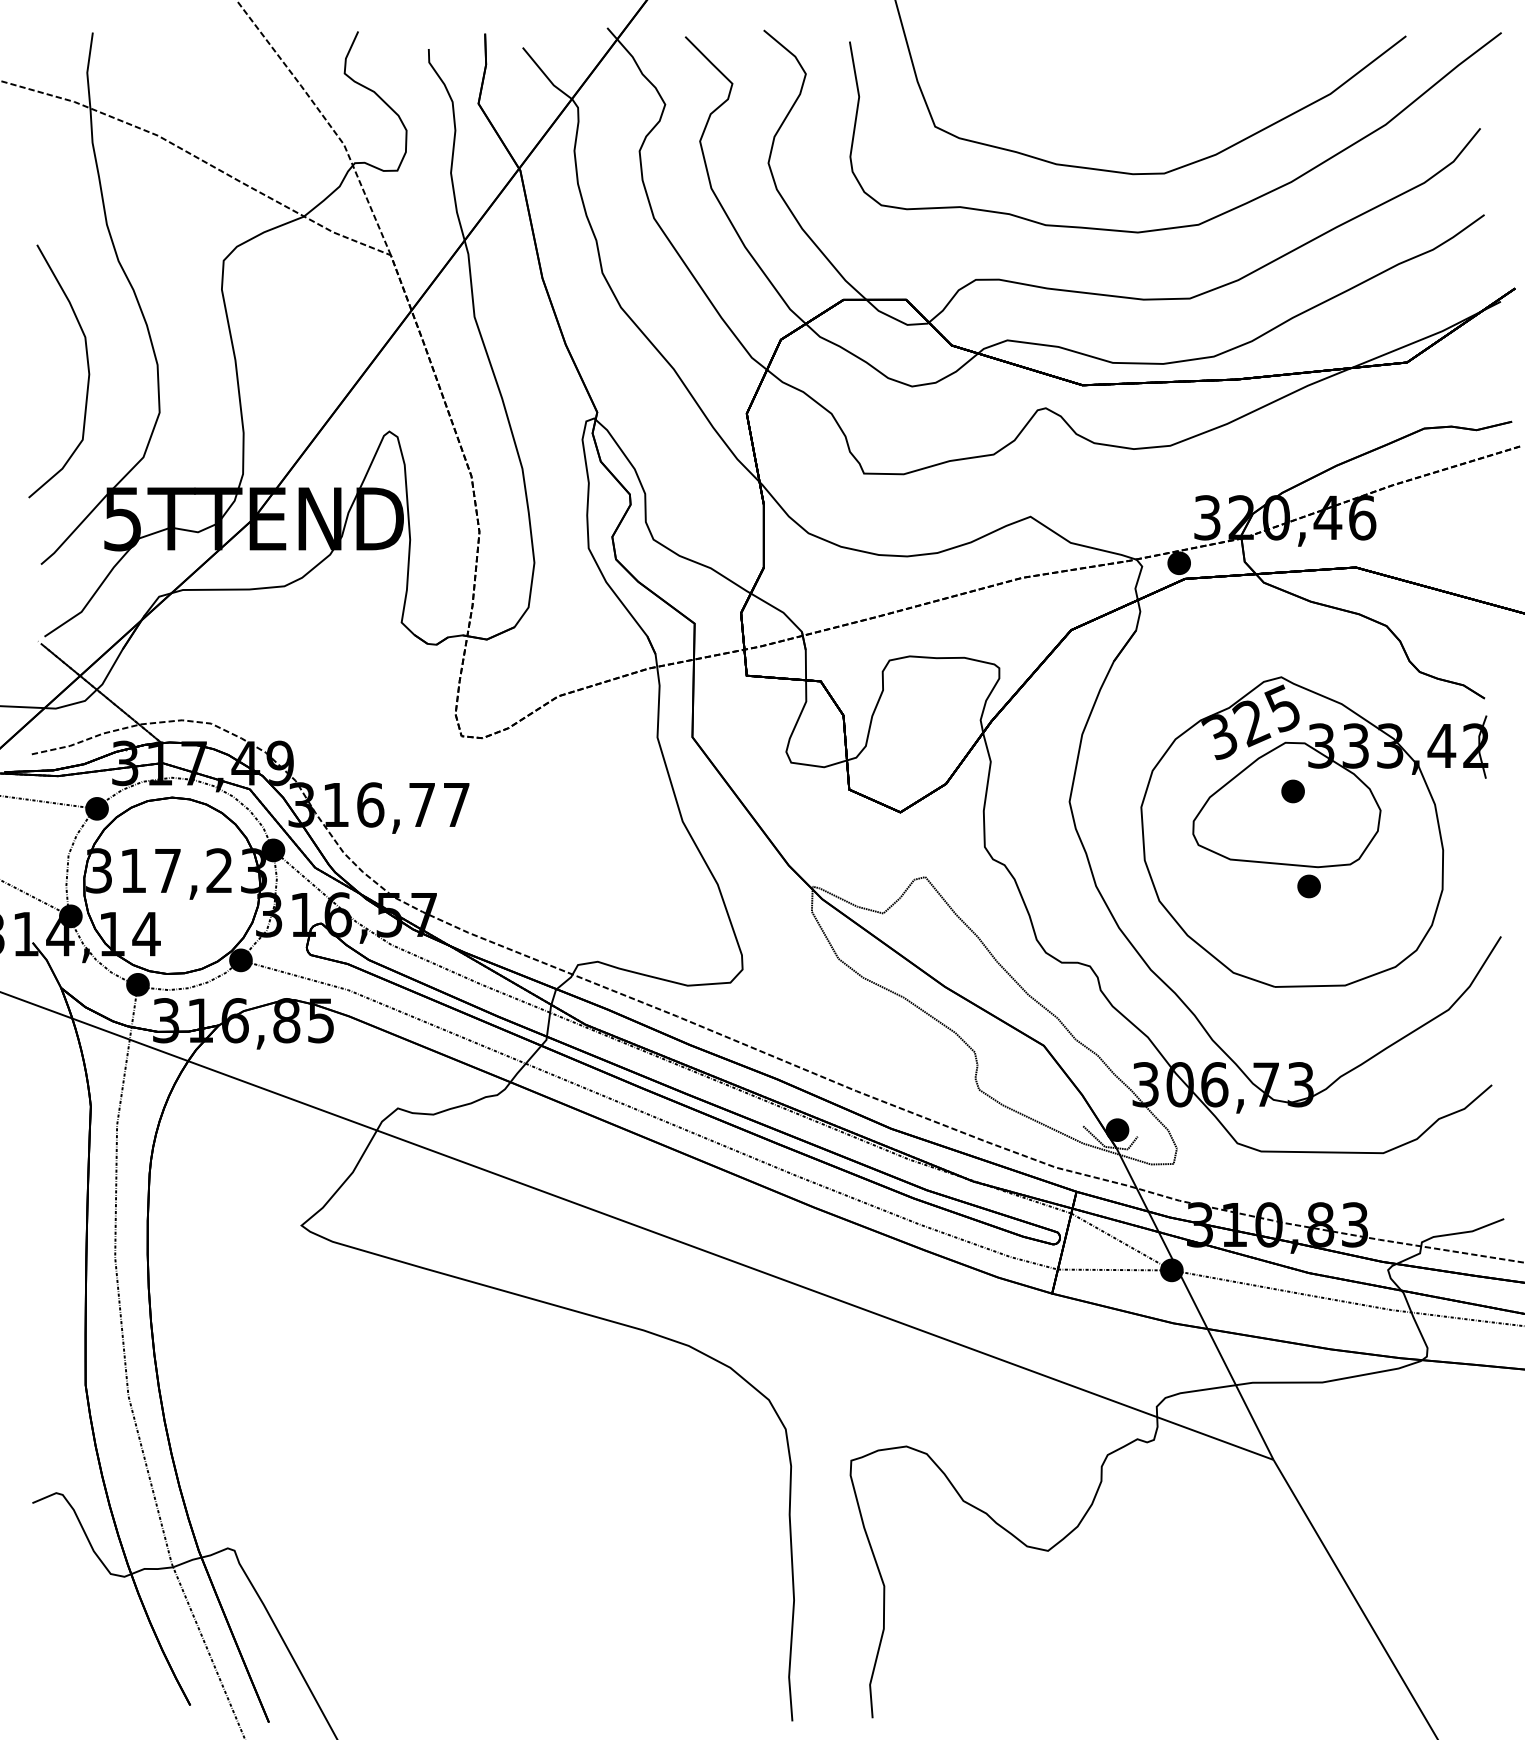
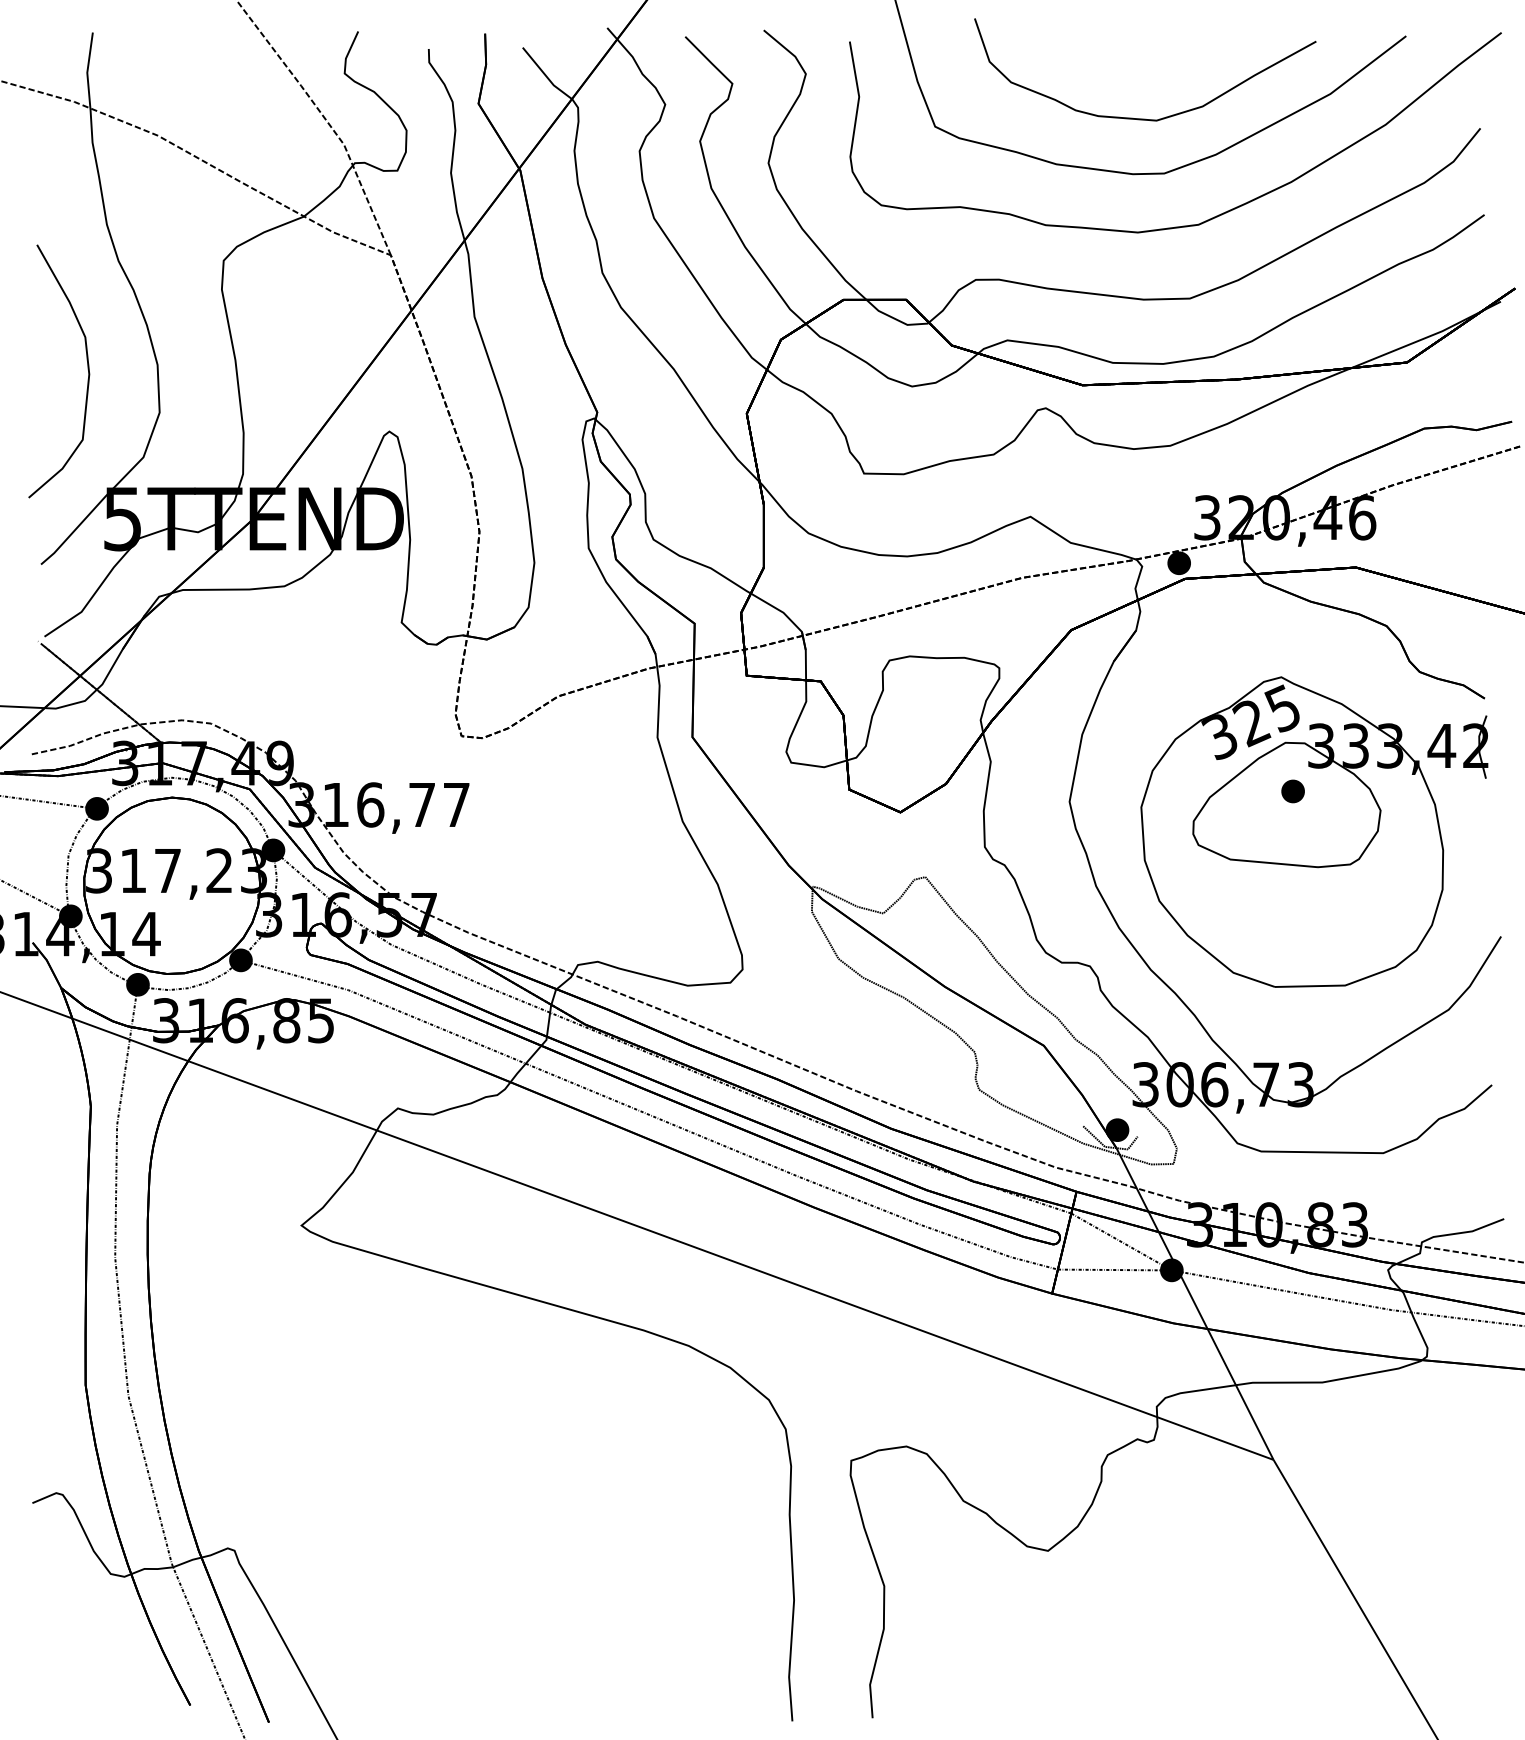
part at (1145, 118): none -> present
part at (1308, 886): present -> none
